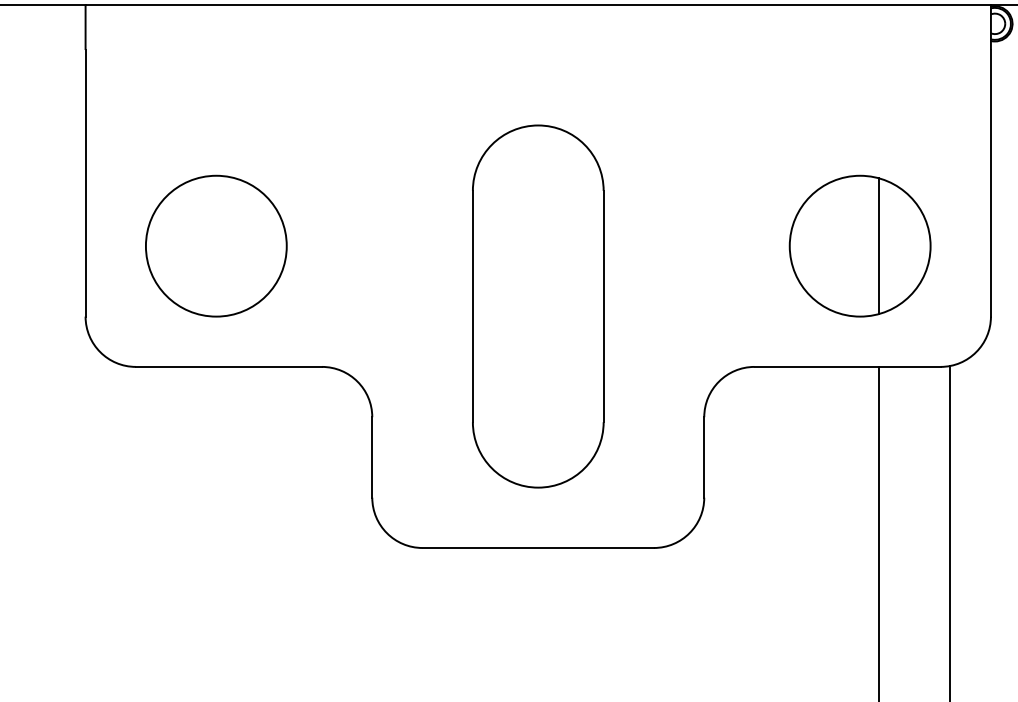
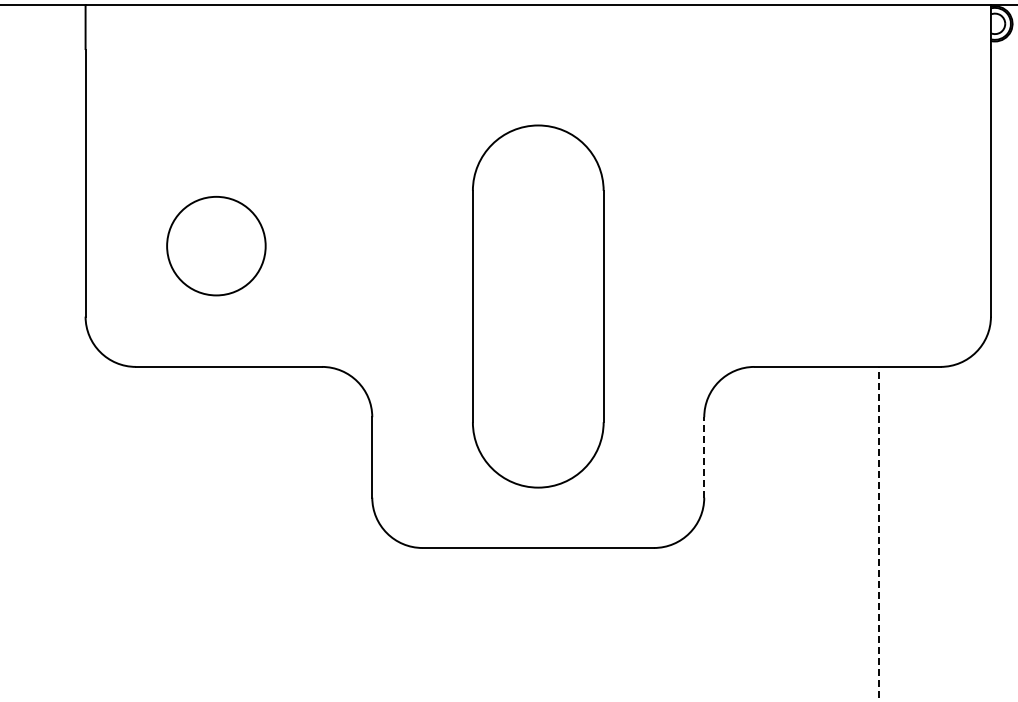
circle at (216, 245) size: 143x144 px -> 101x101 px
part at (859, 245): present -> none
line at (704, 456): solid -> dashed
line at (949, 532): present -> none
line at (879, 534): solid -> dashed
